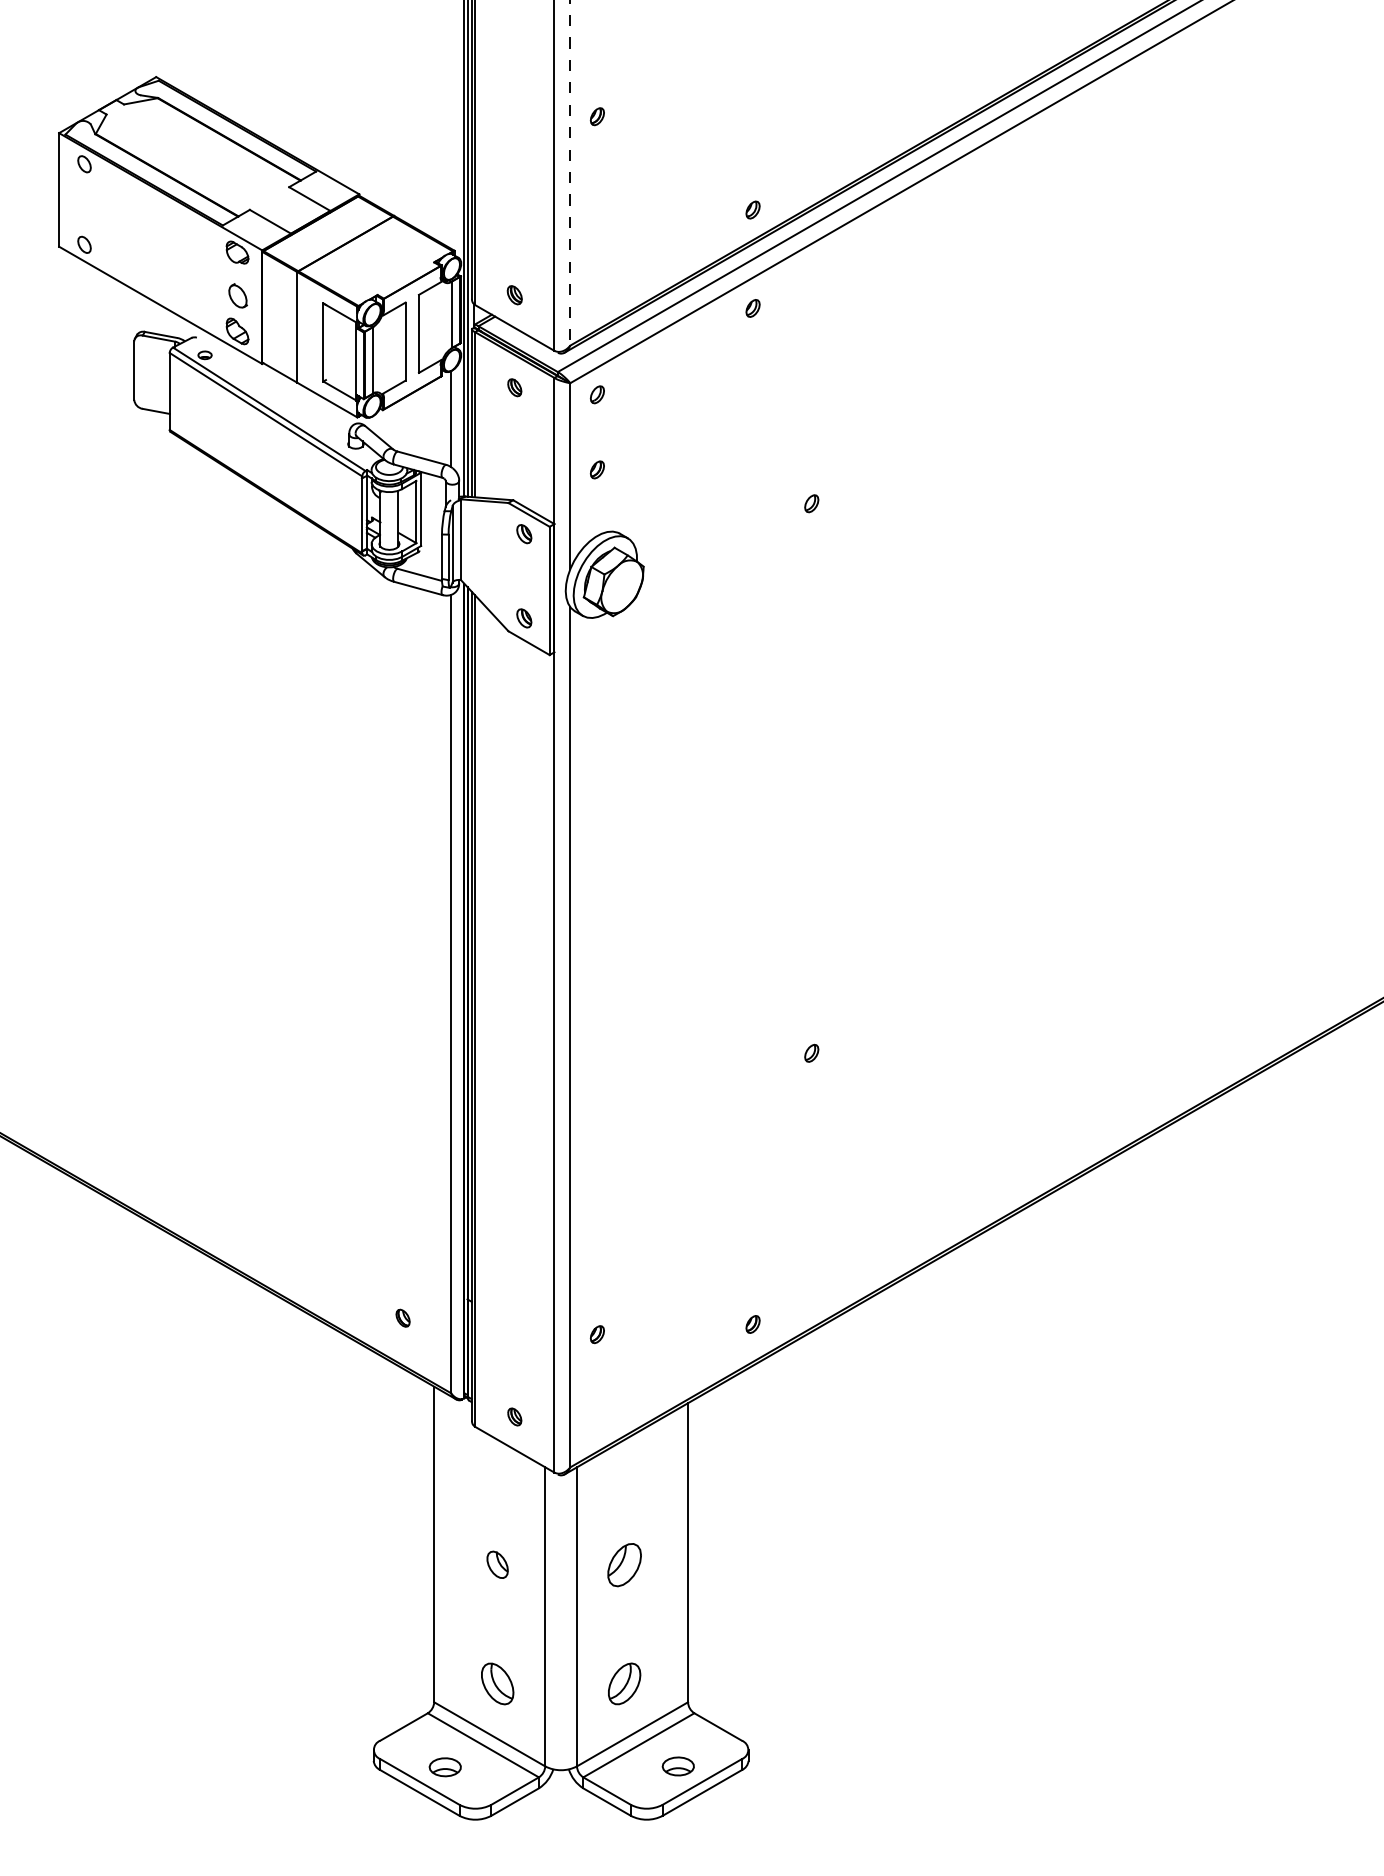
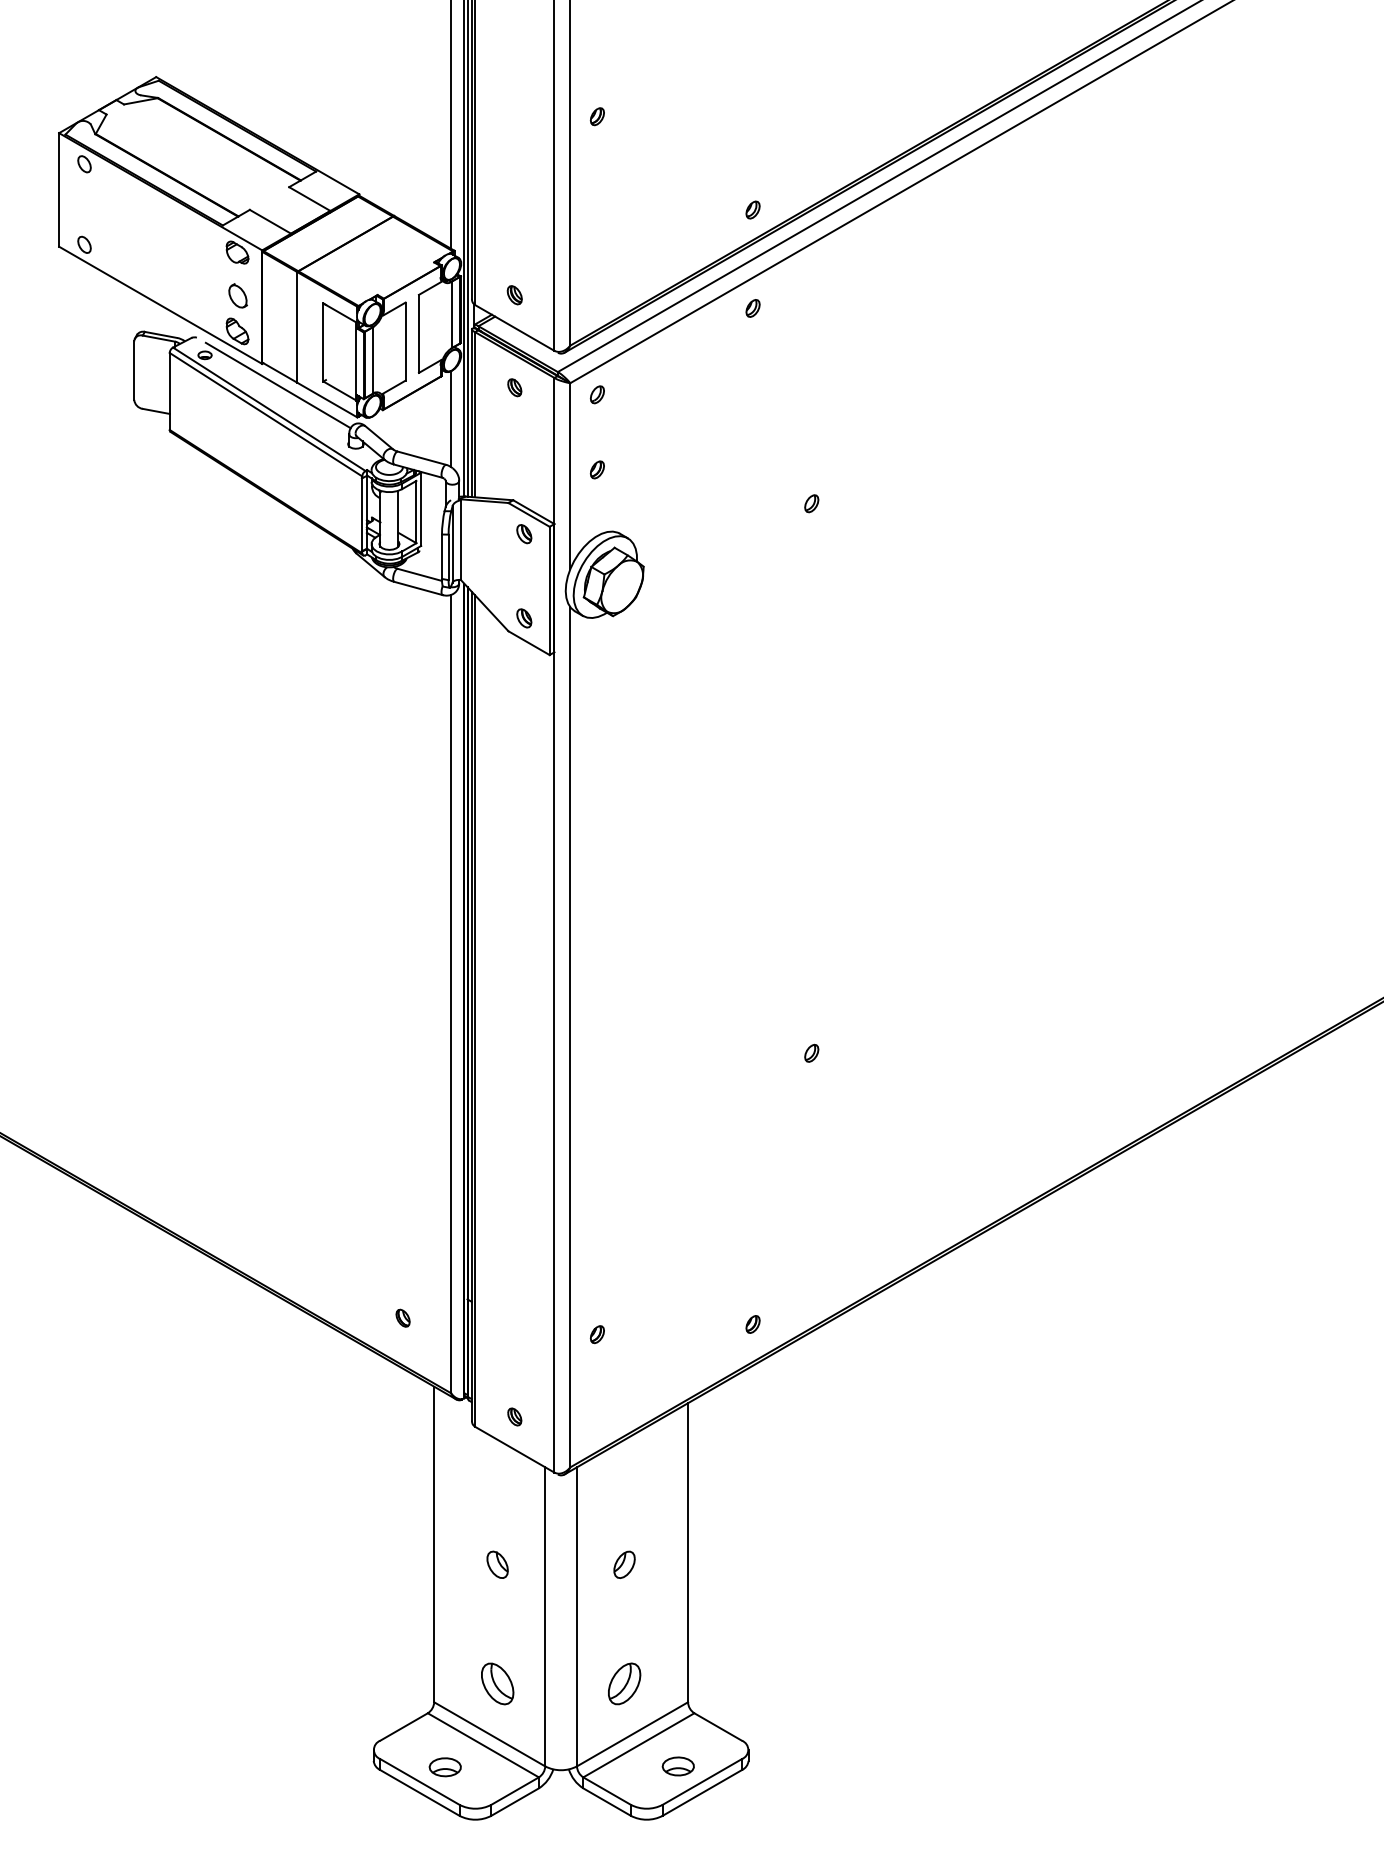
line at (451, 125): none -> present
line at (570, 173): dashed -> solid
line at (277, 385): none -> present
part at (624, 1565) size: 35x45 px -> 23x29 px
